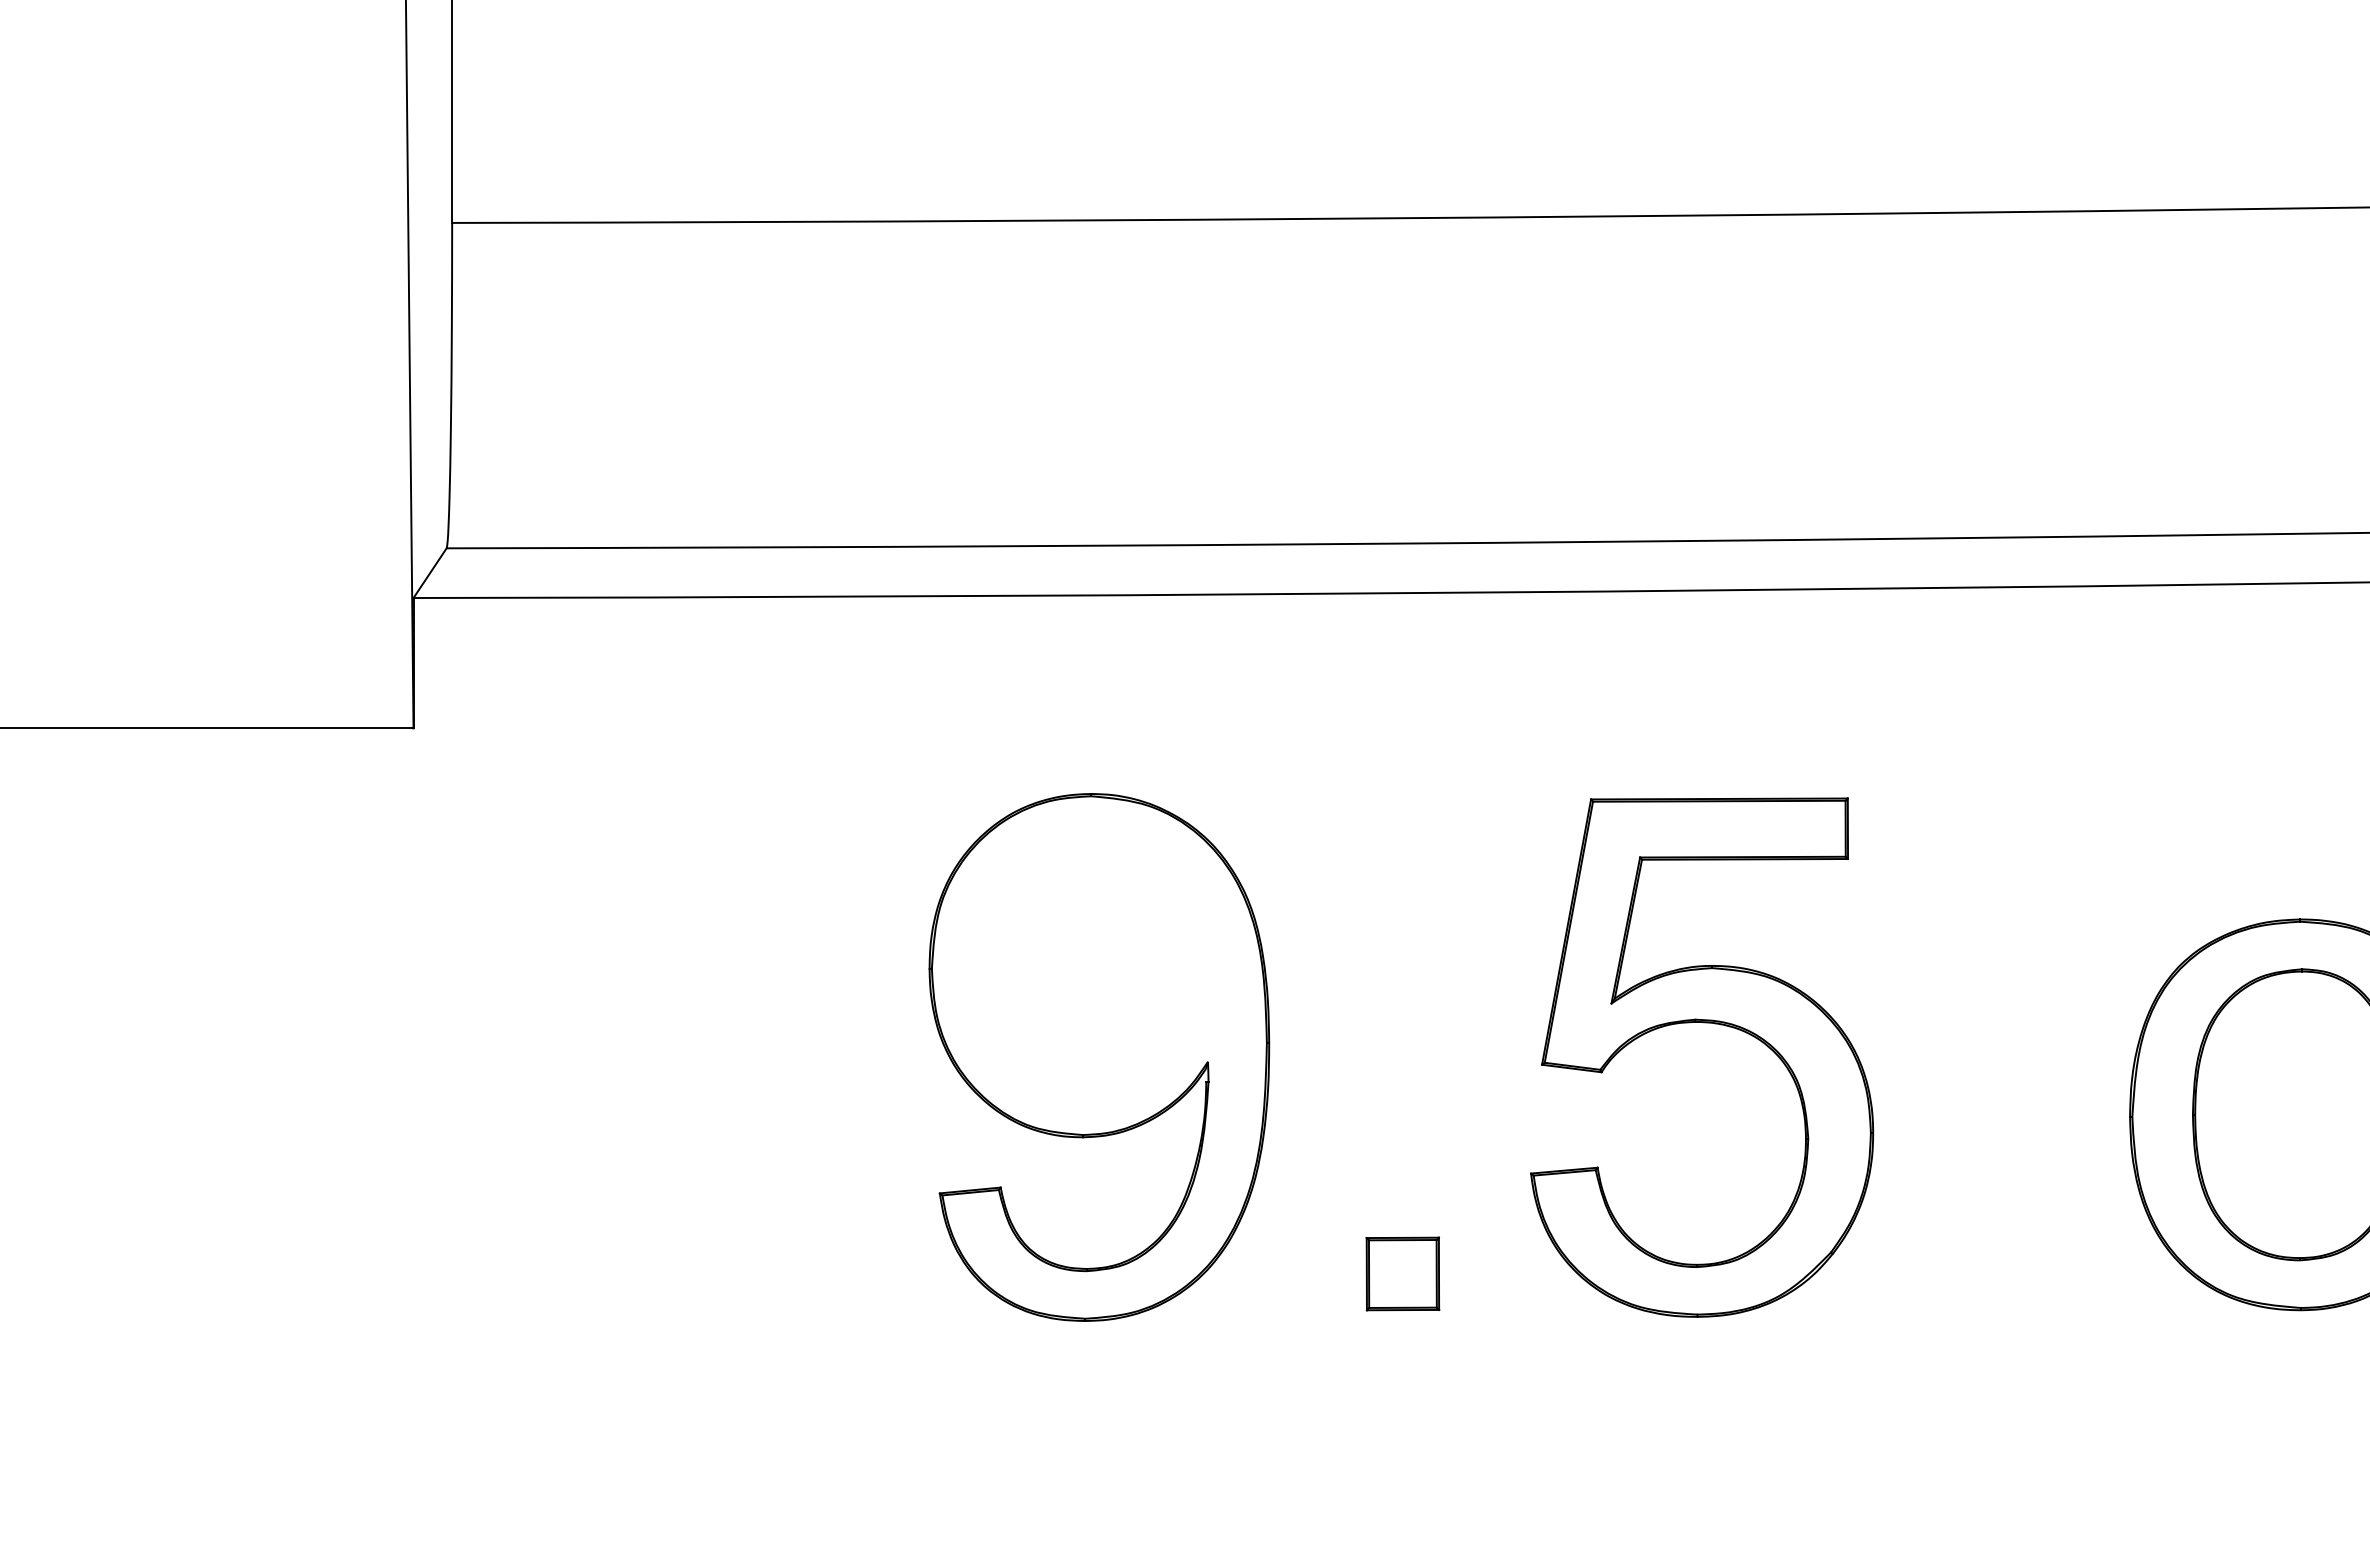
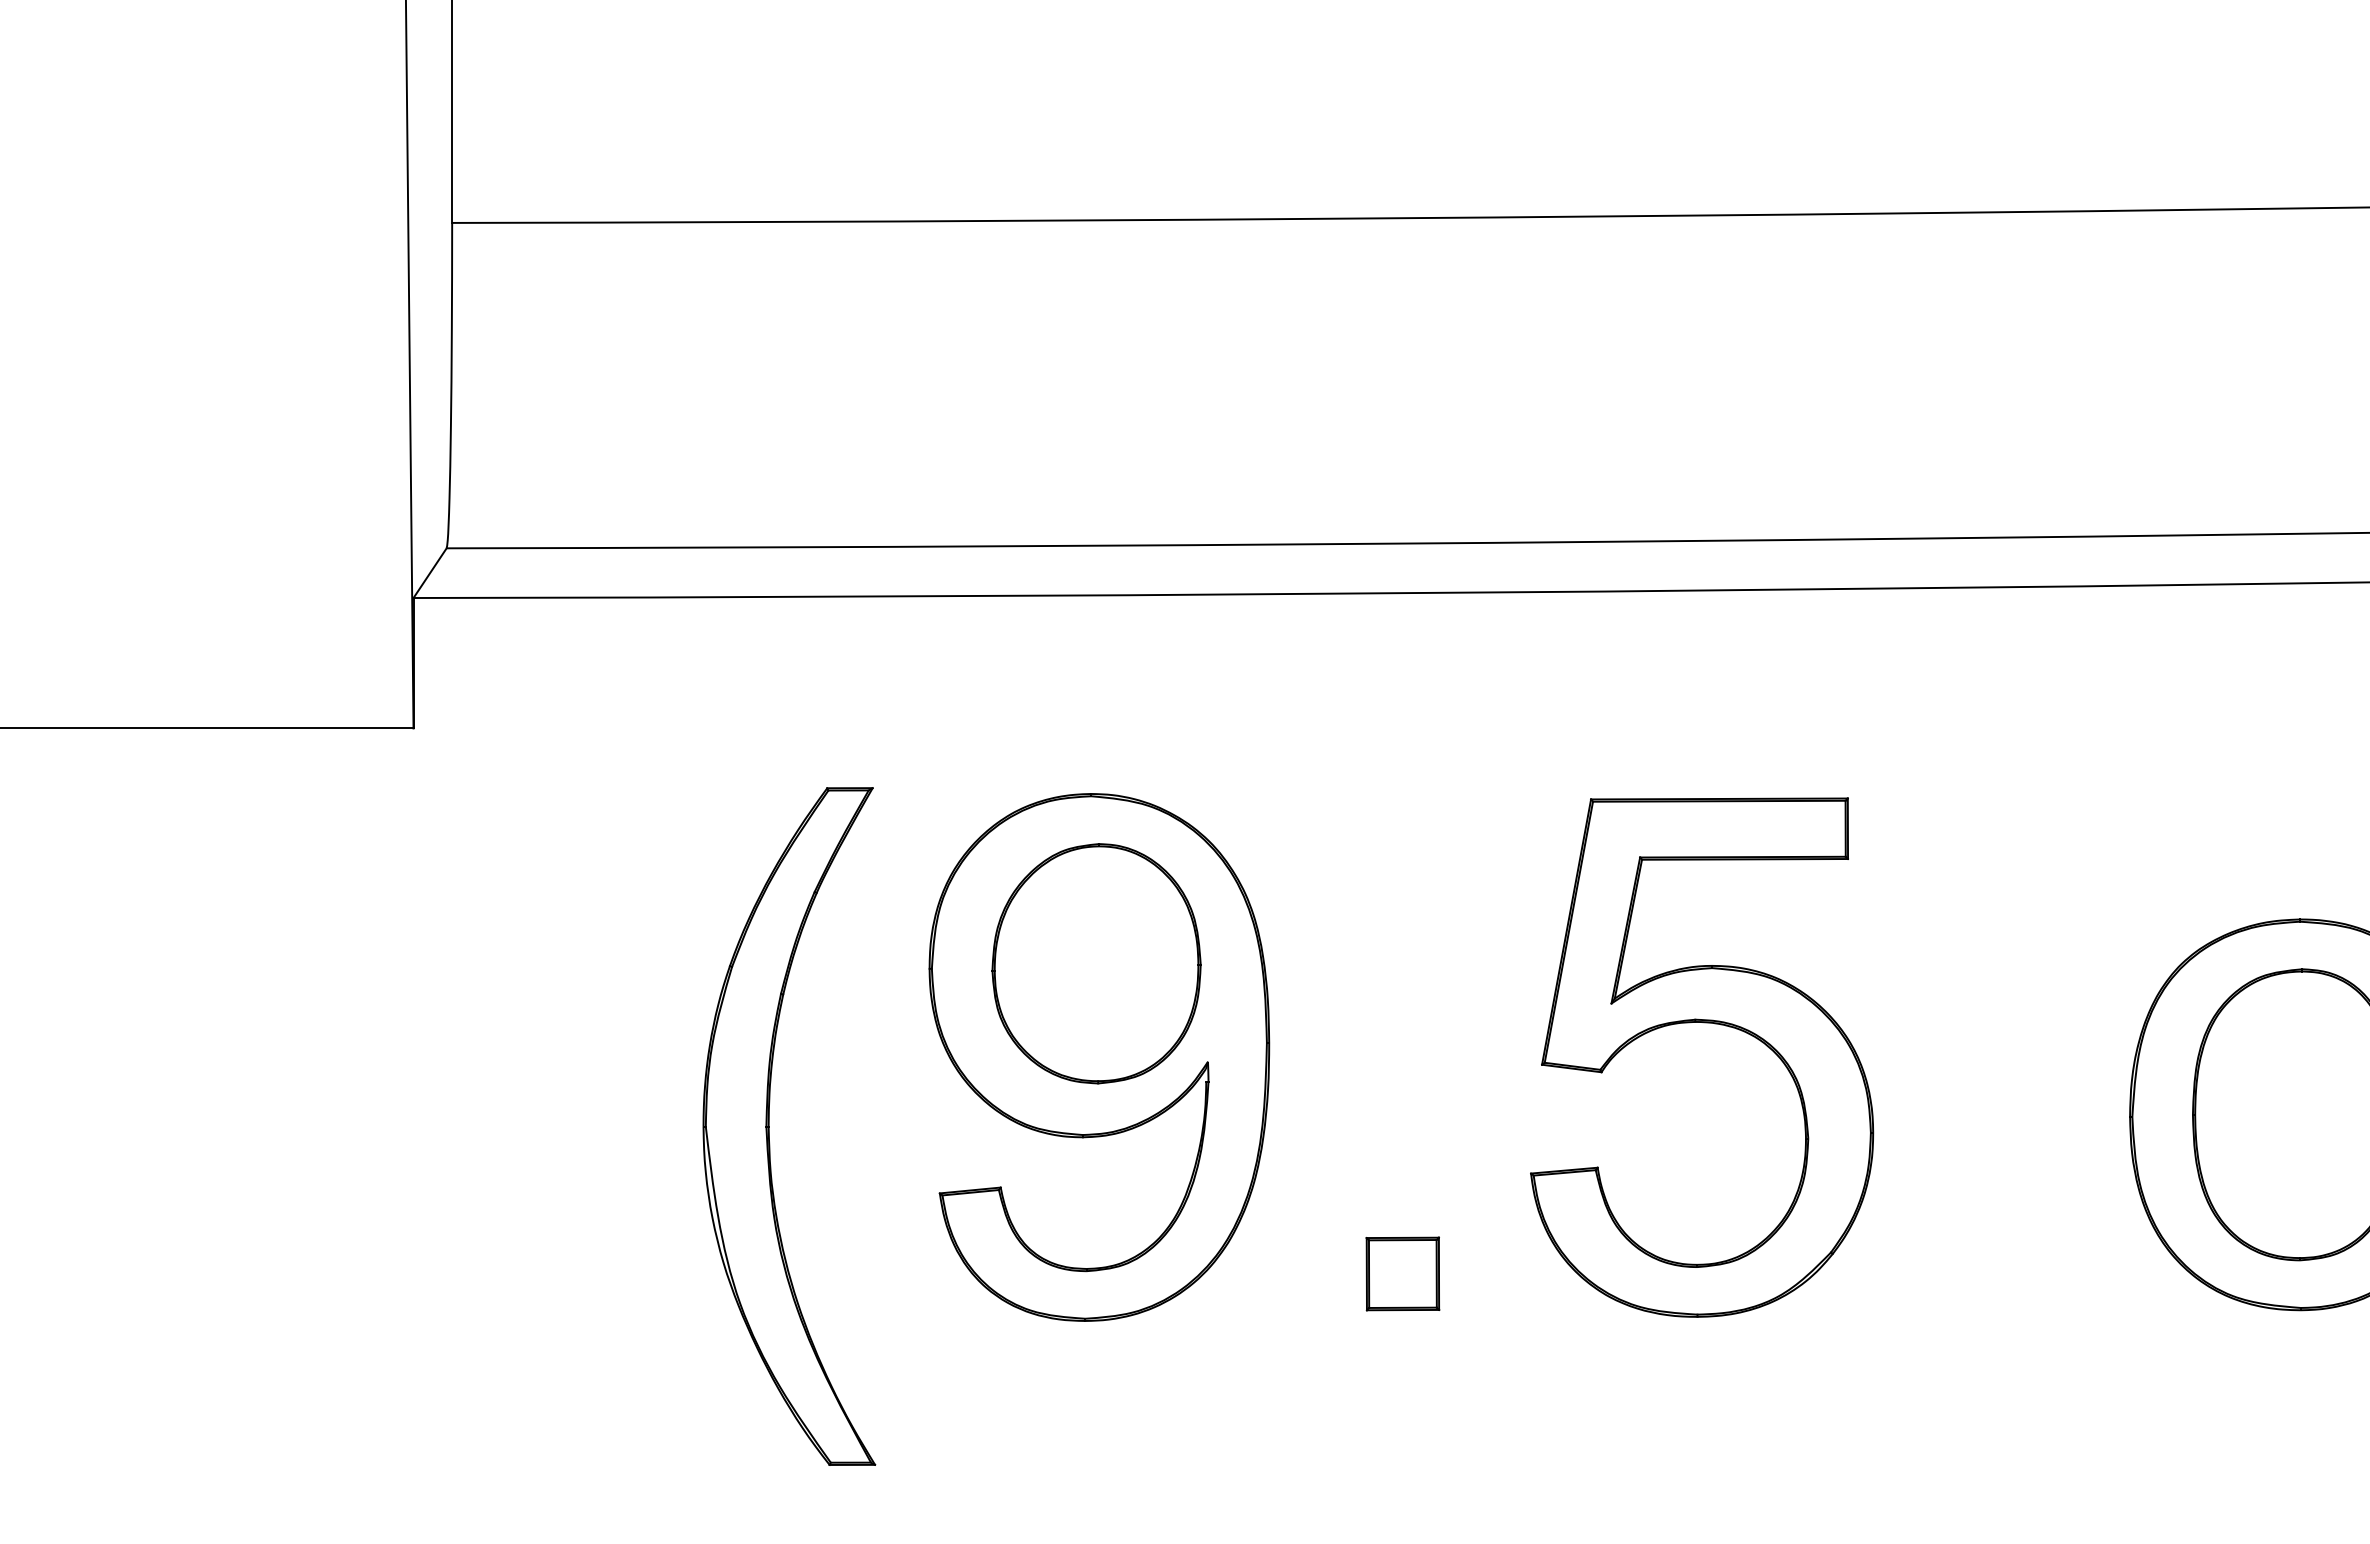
part at (1096, 963): none -> present
part at (769, 1126): none -> present
